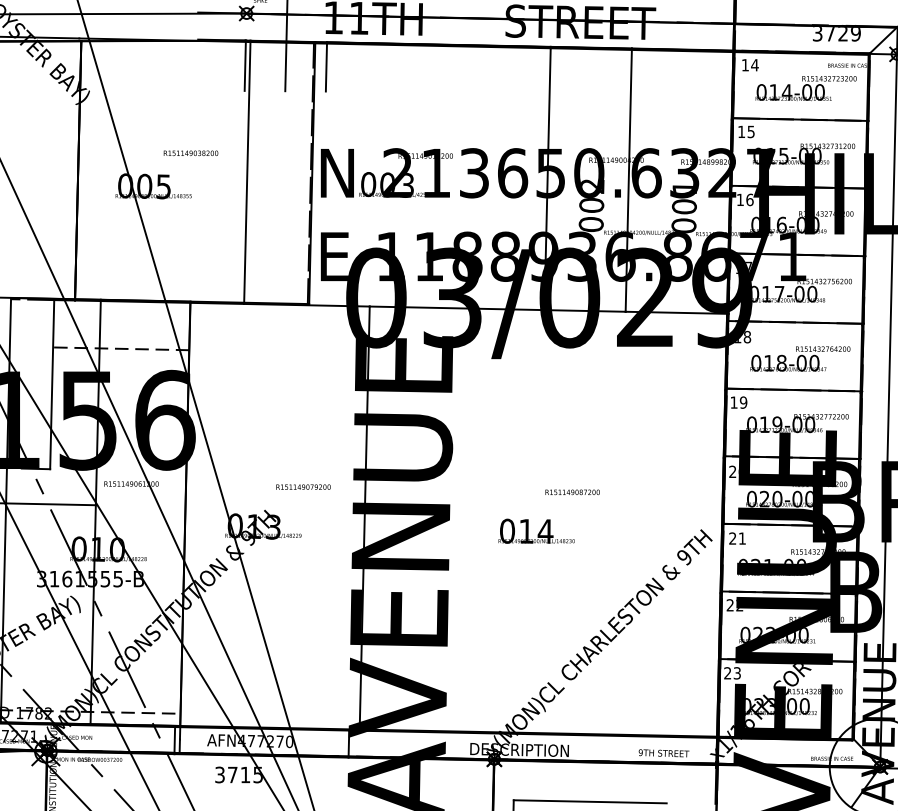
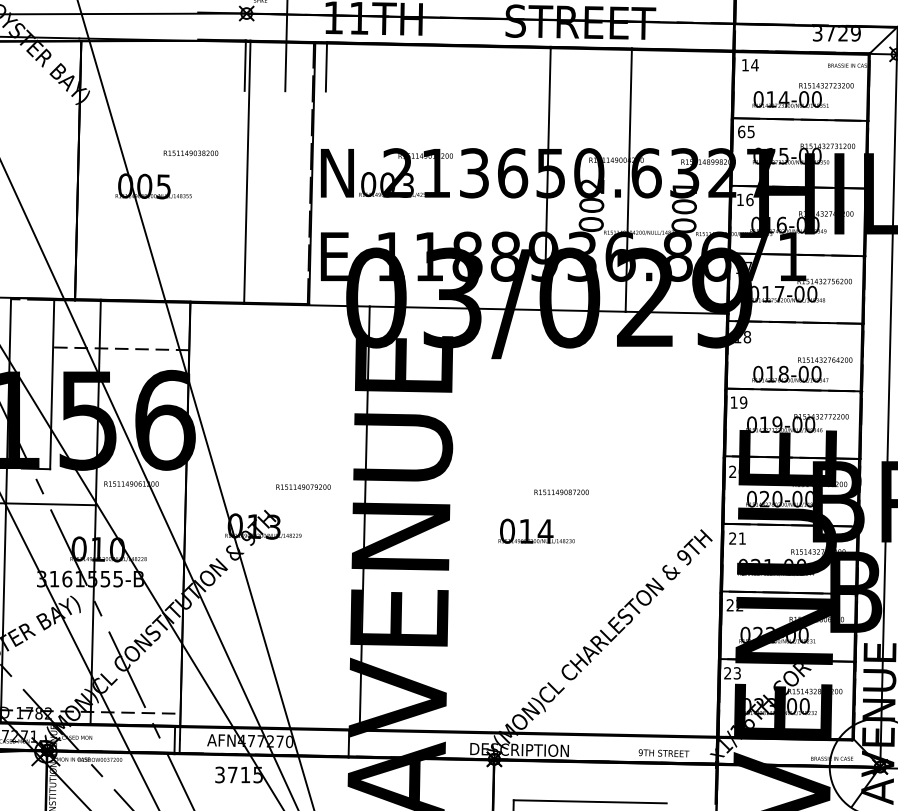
text at (805, 88) position: (805, 88) -> (802, 95)
text at (741, 131): 15 -> 65
text at (800, 358) position: (800, 358) -> (802, 369)
text at (572, 492) position: (572, 492) -> (561, 492)
